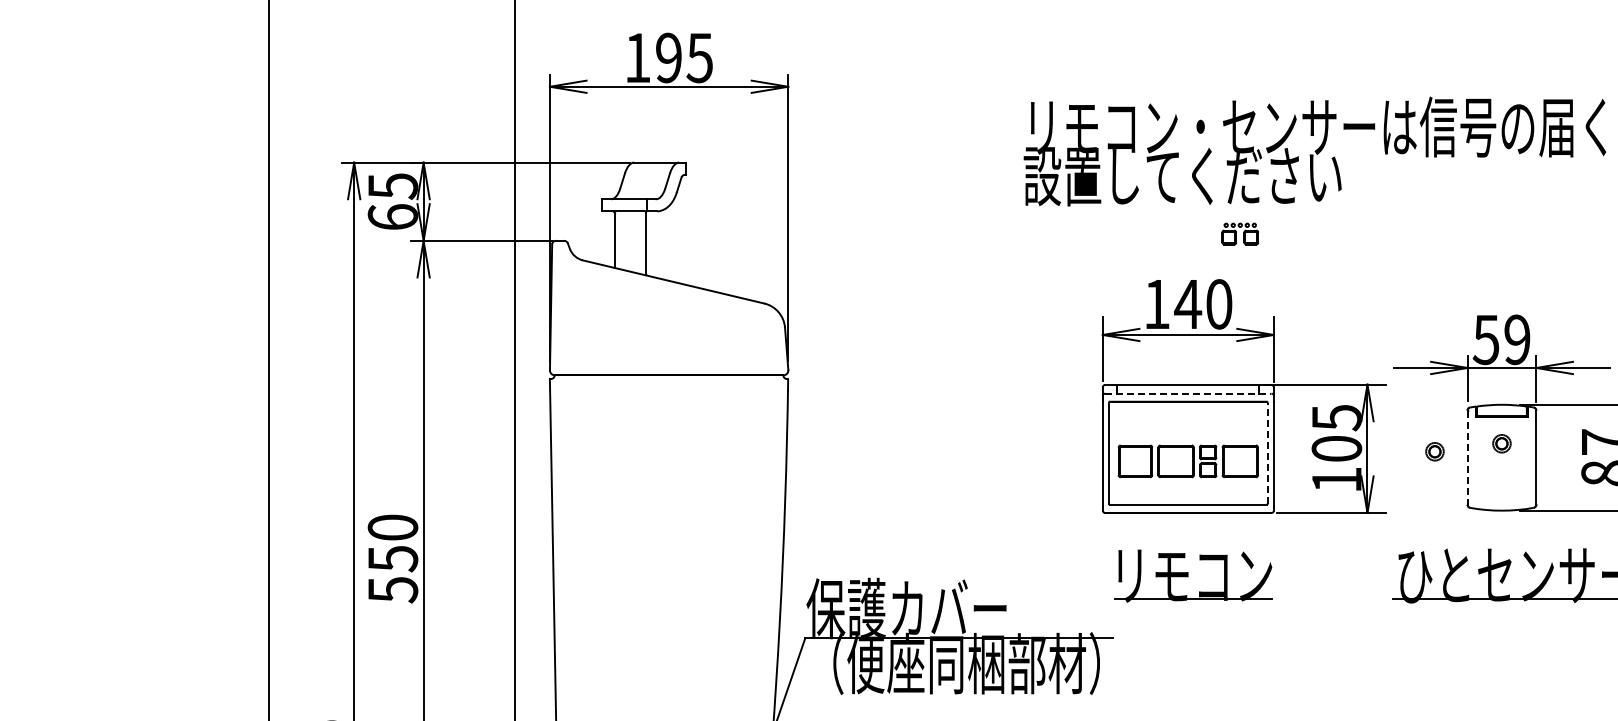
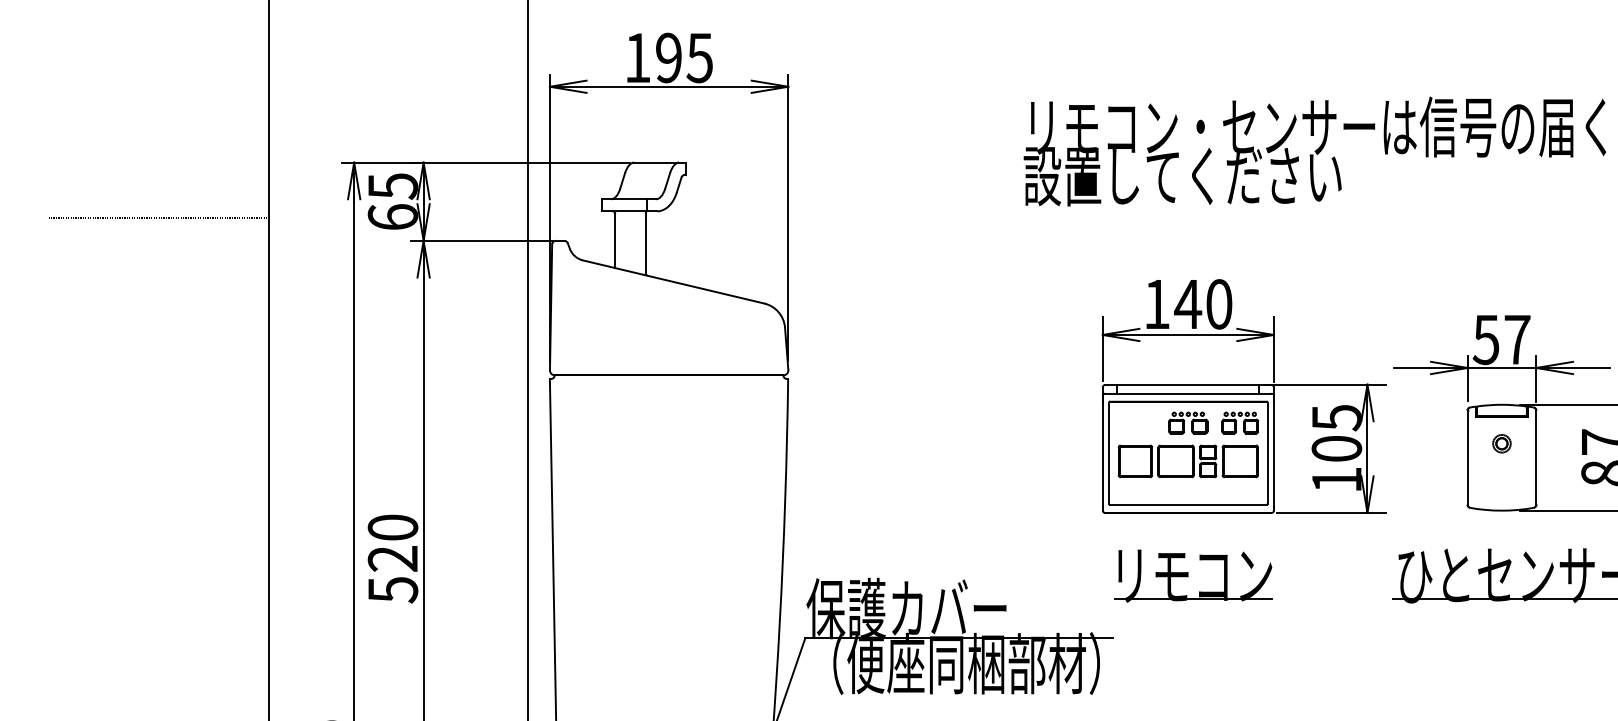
line at (158, 217): none -> present
part at (1239, 233) position: (1239, 233) -> (1239, 422)
text at (1517, 339): 59 -> 57
line at (515, 359) position: (515, 359) -> (528, 359)
line at (1188, 393): dashed -> solid
part at (1188, 422): none -> present
part at (1434, 451): present -> none
line at (1267, 452): dashed -> solid
line at (1467, 458): dashed -> solid
text at (392, 559): 550 -> 520
